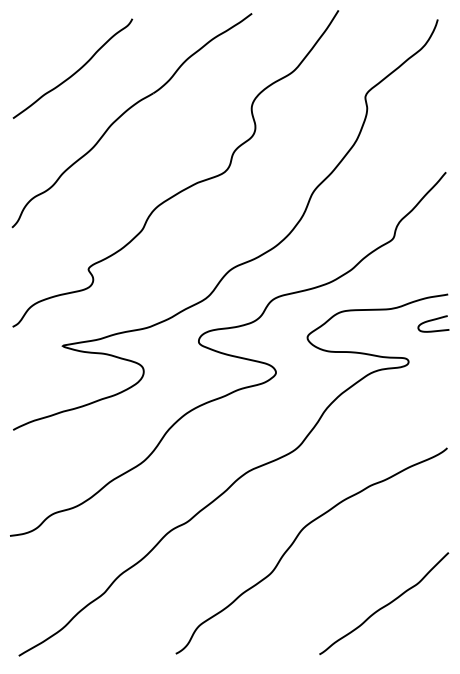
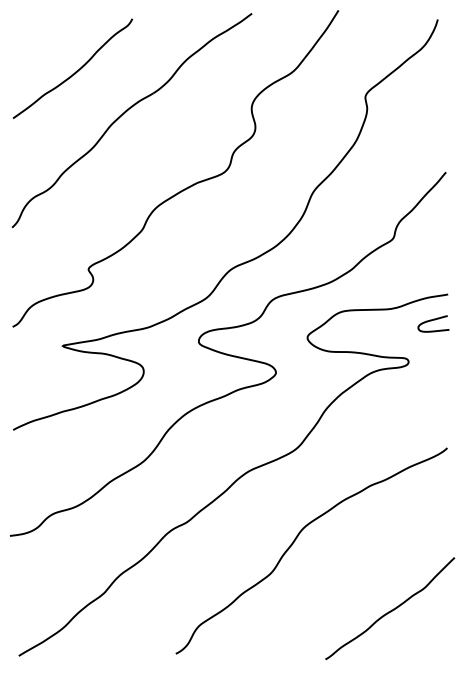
curve at (385, 604) position: (385, 604) -> (391, 609)
